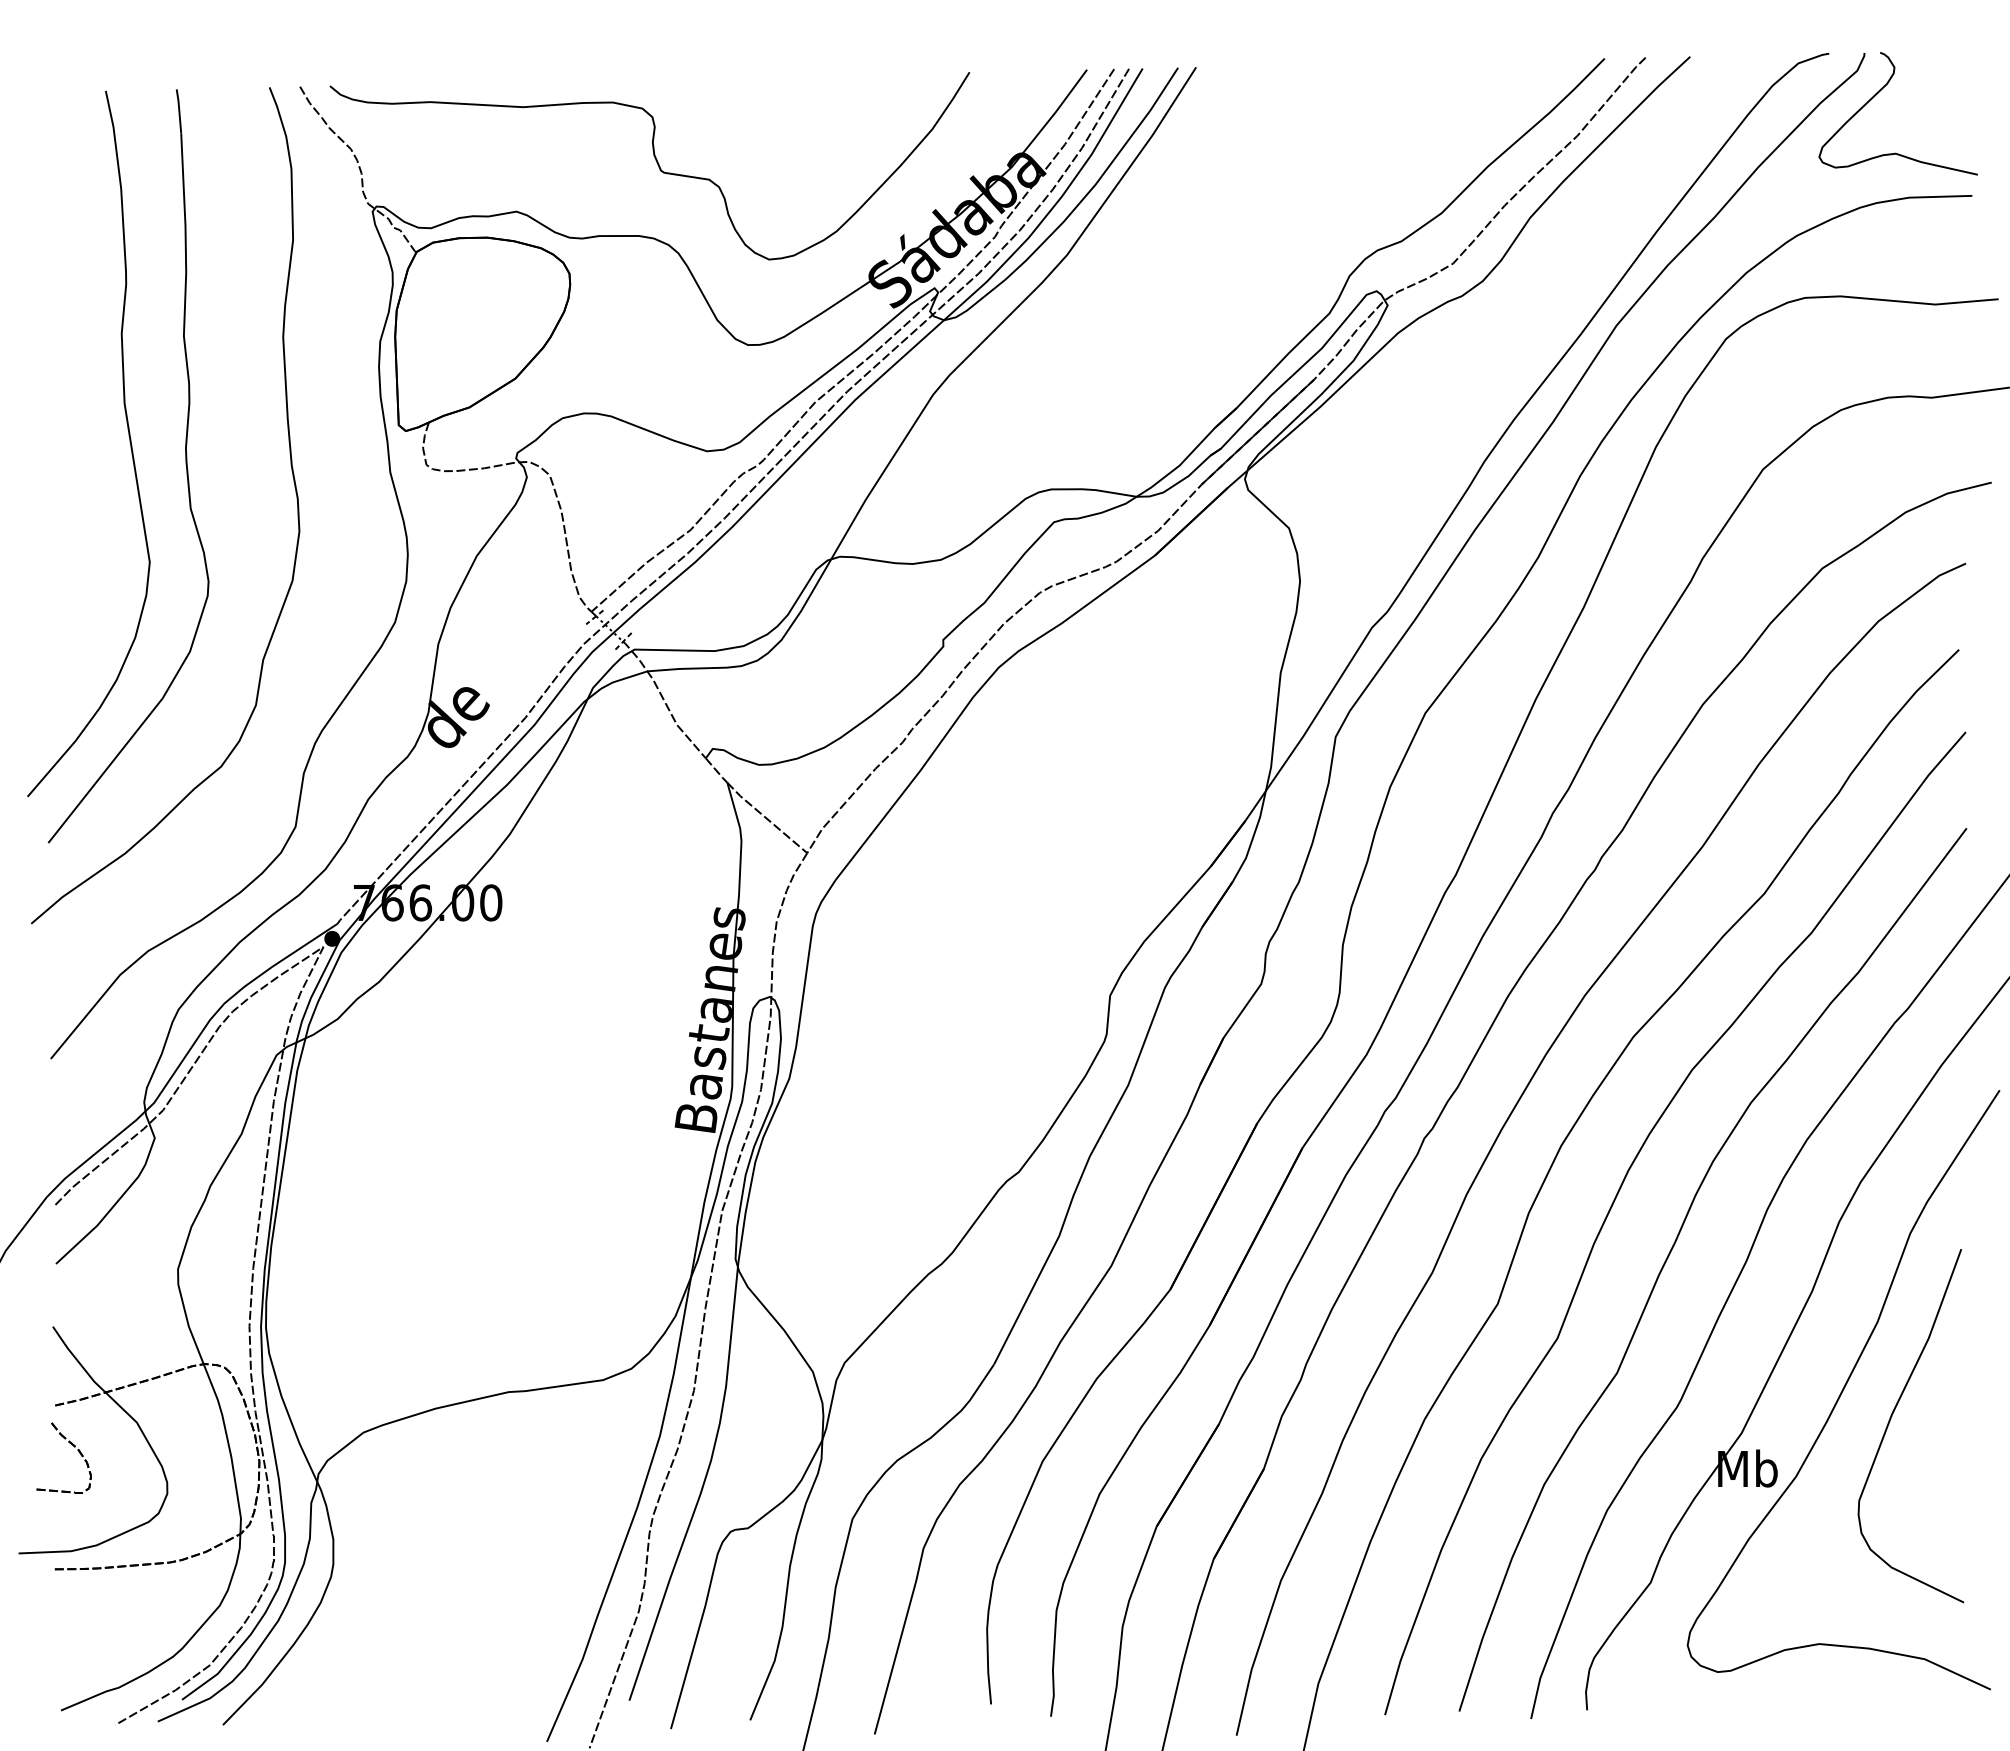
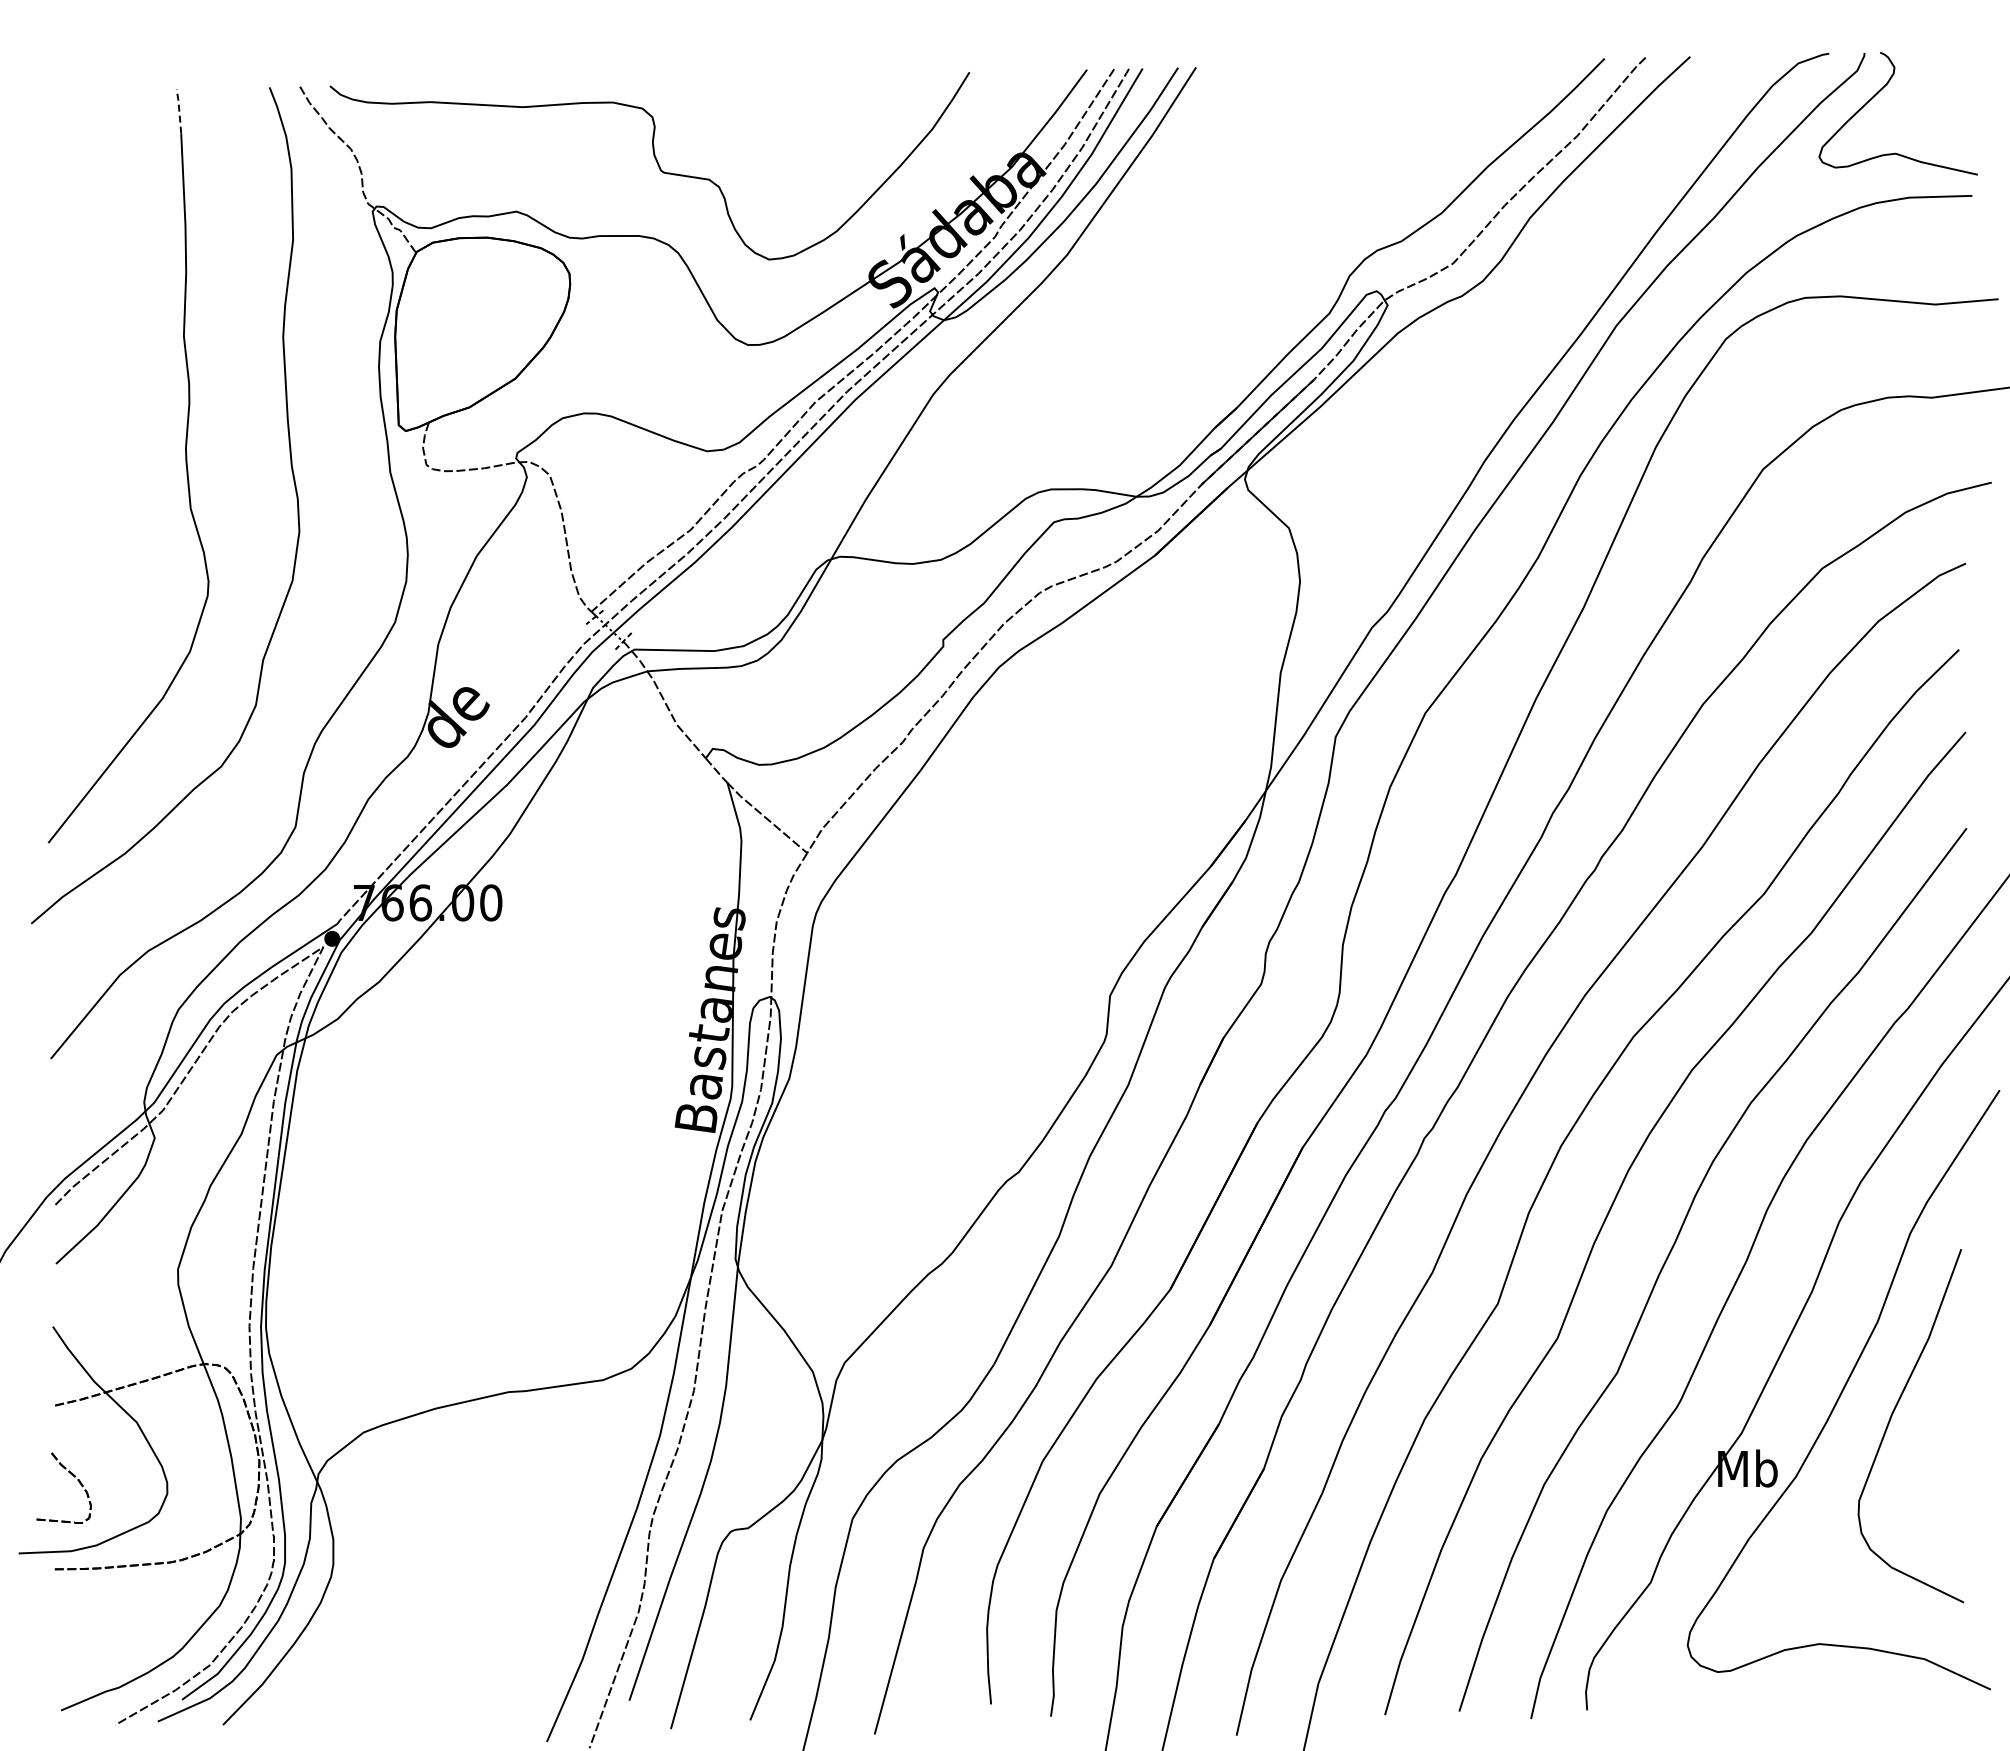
line at (179, 111): solid -> dashed
curve at (128, 436): present -> none
part at (70, 1444) position: (70, 1444) -> (70, 1474)
